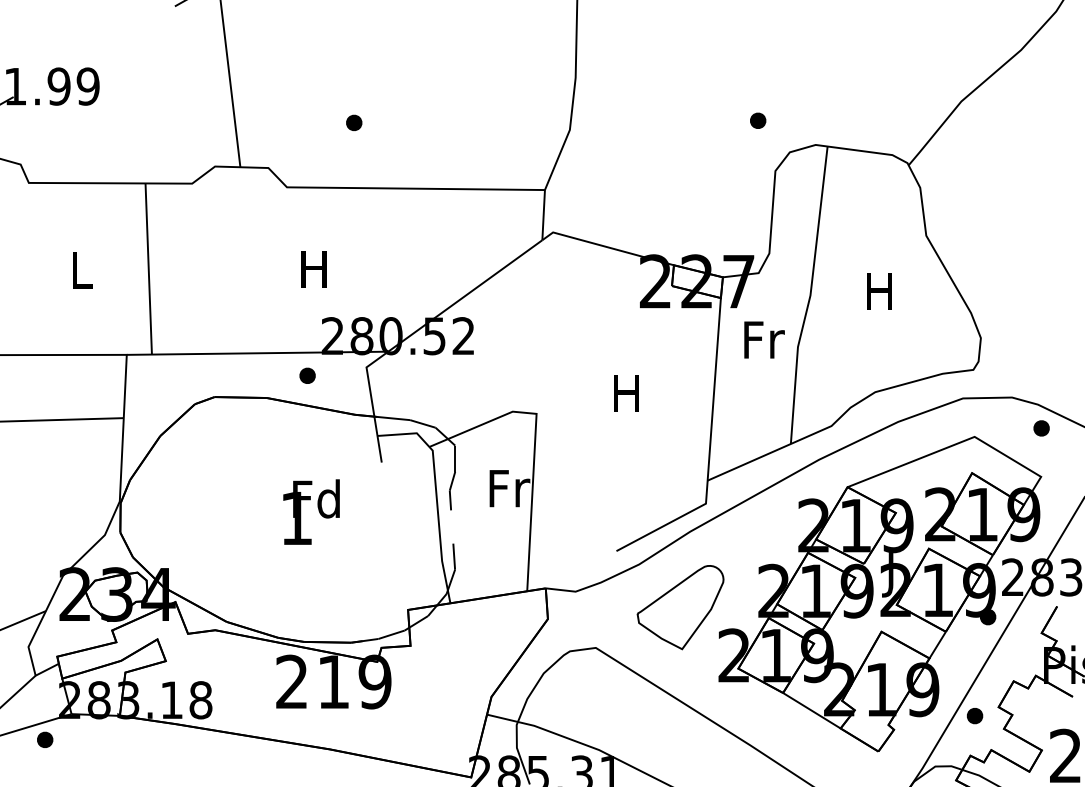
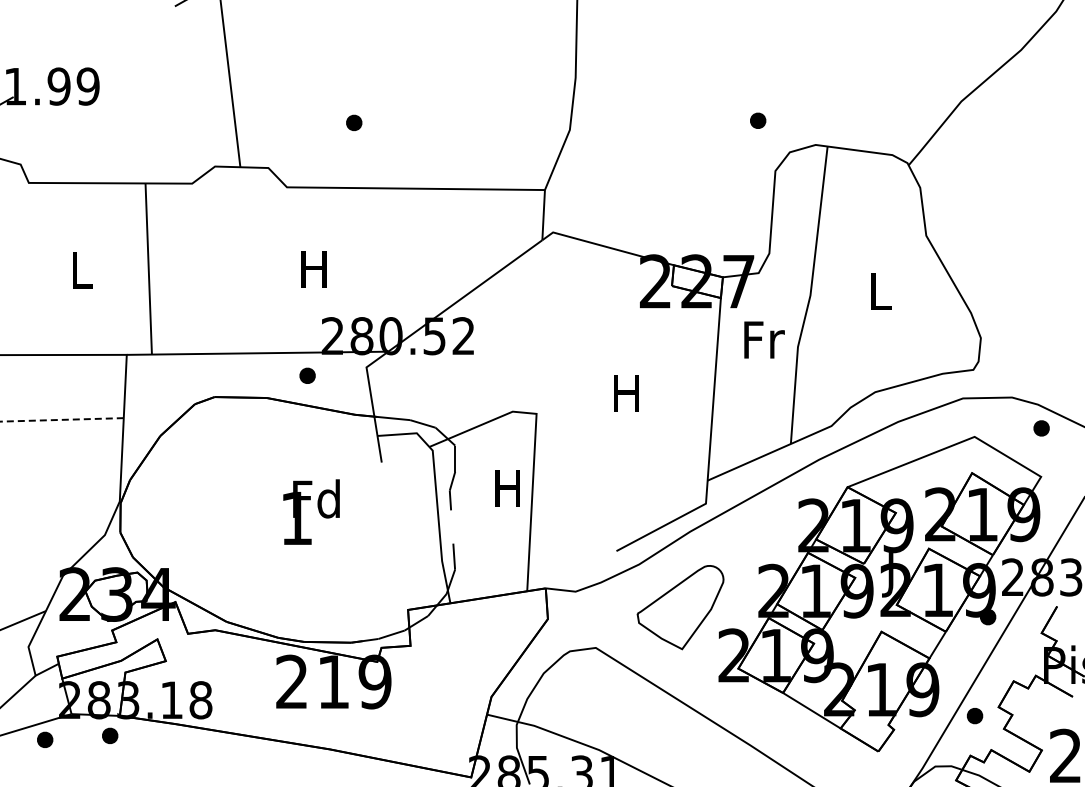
text at (879, 291): H -> L
line at (61, 419): solid -> dashed
text at (509, 488): Fr -> H
part at (110, 735): none -> present
